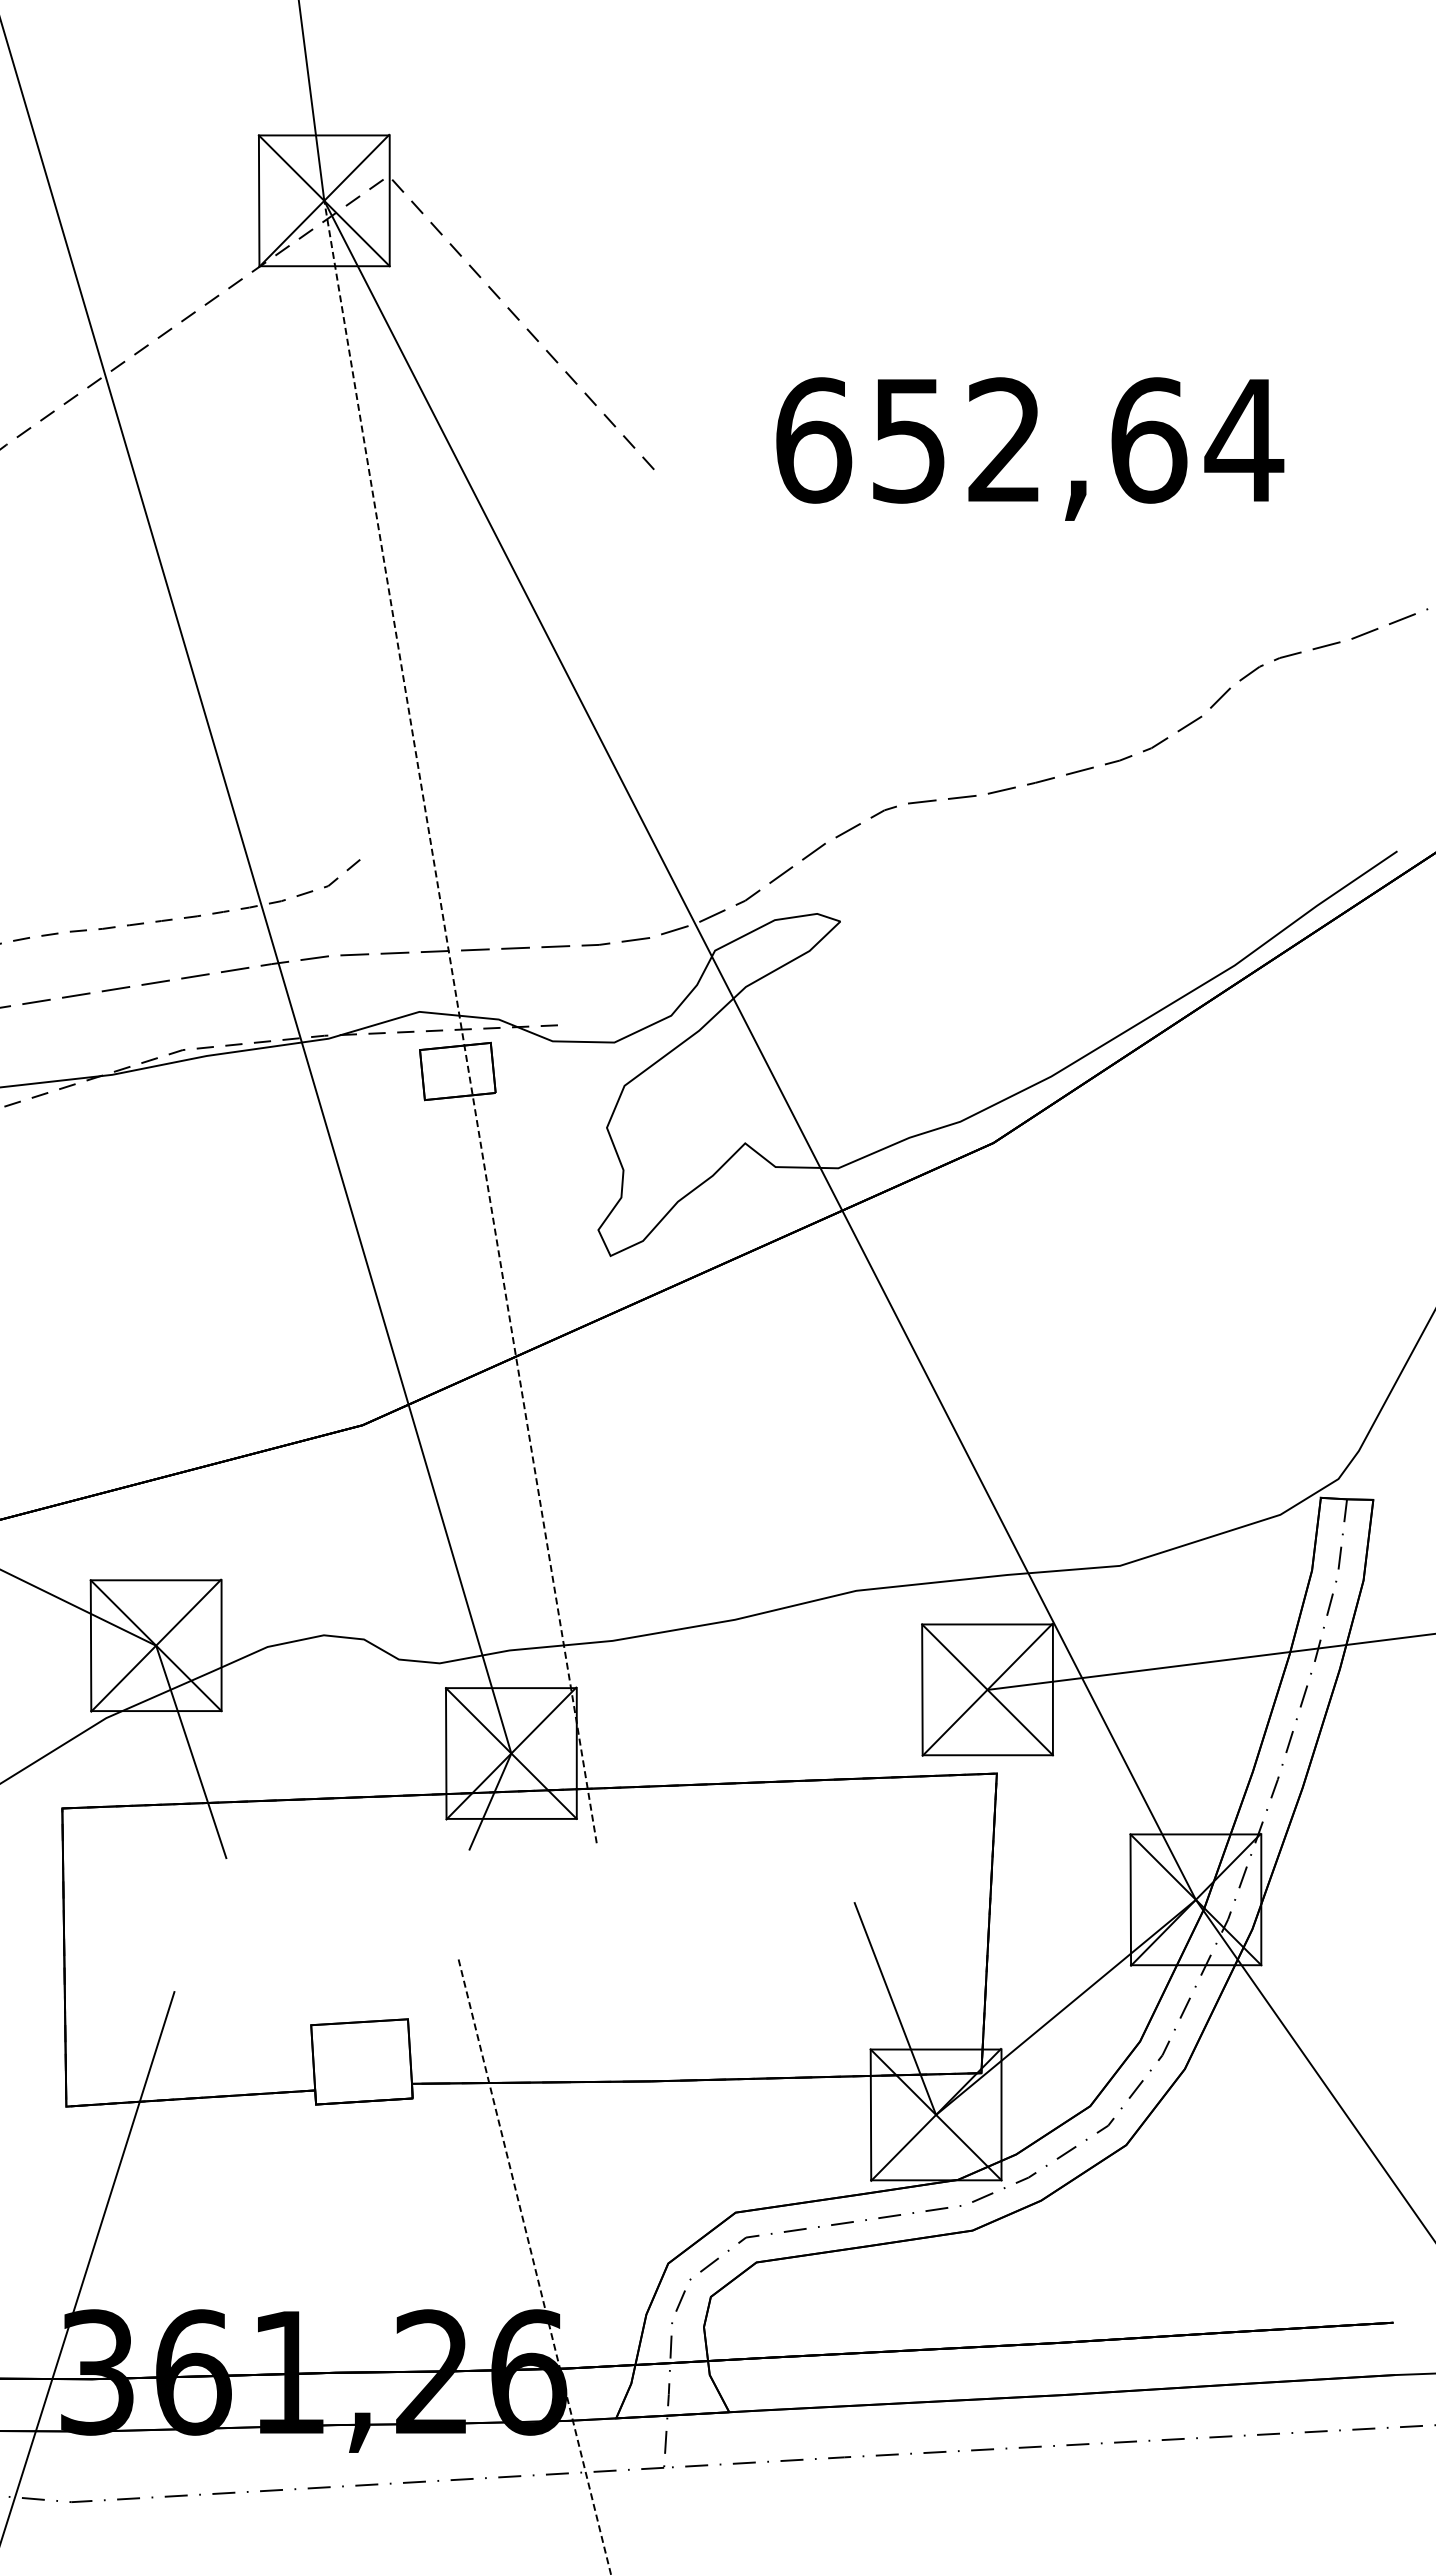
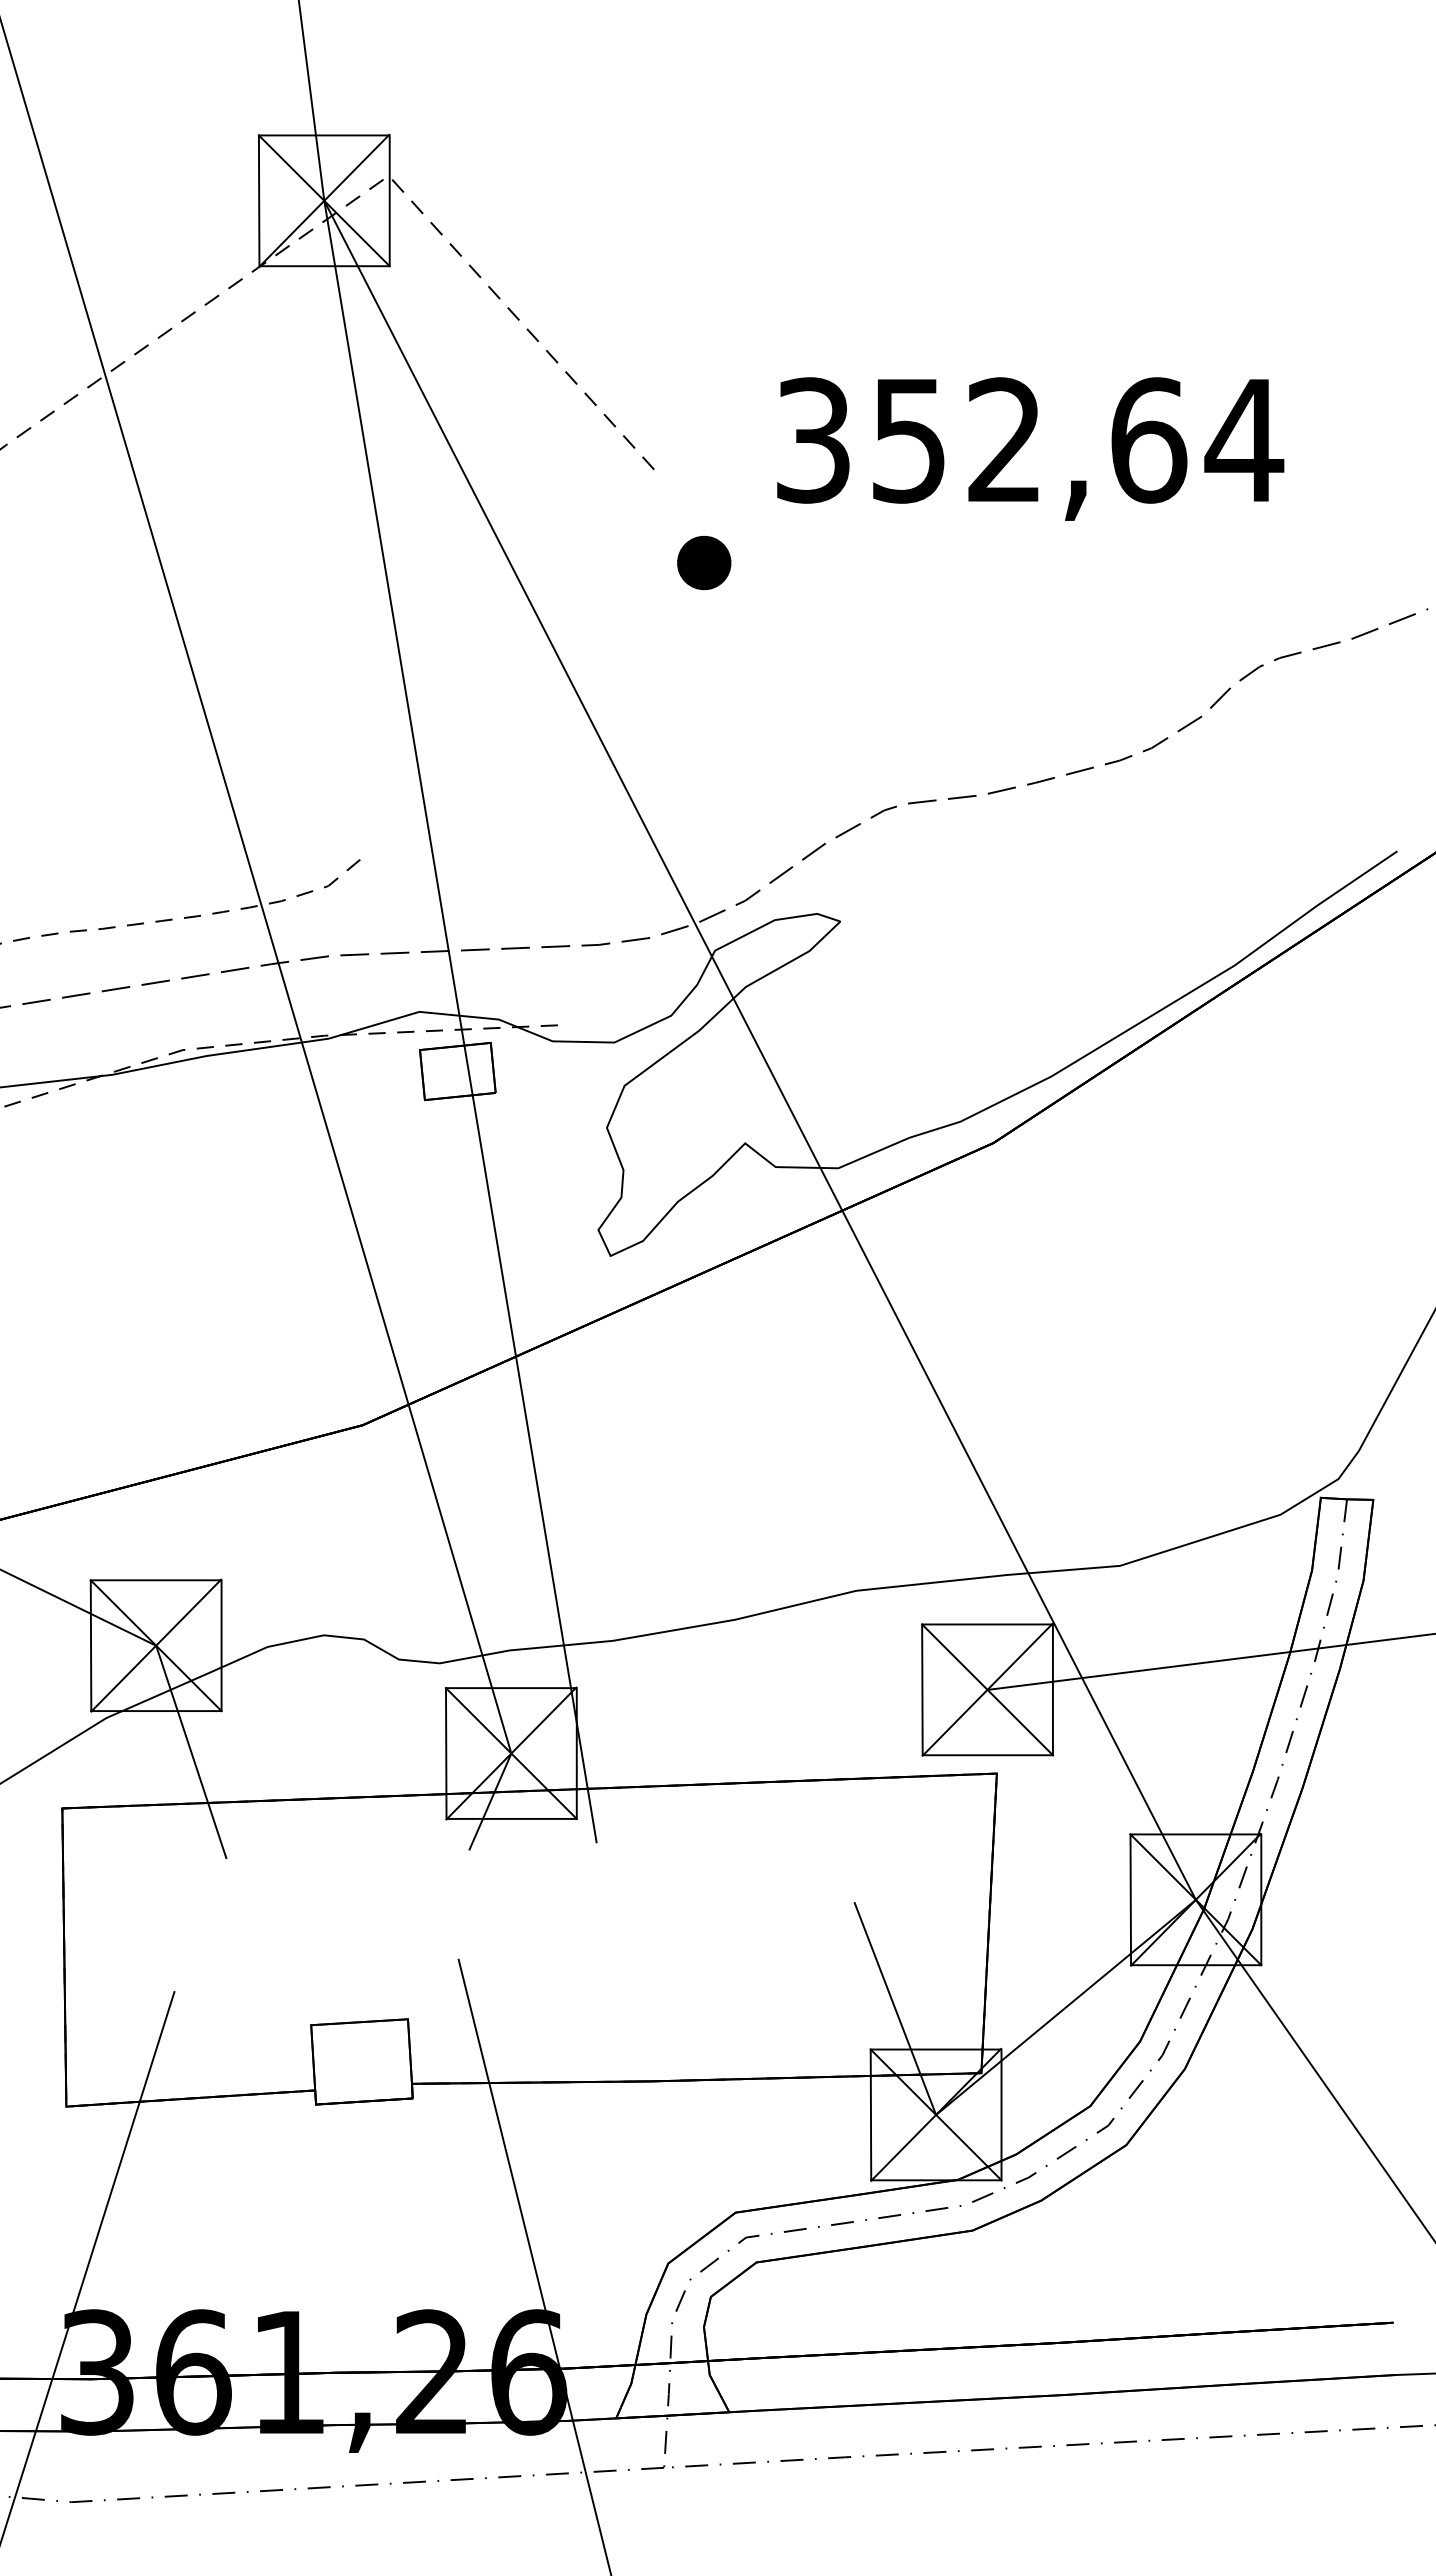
text at (814, 440): 652,64 -> 352,64
part at (704, 562): none -> present
line at (460, 1021): dashed -> solid
line at (534, 2267): dashed -> solid
